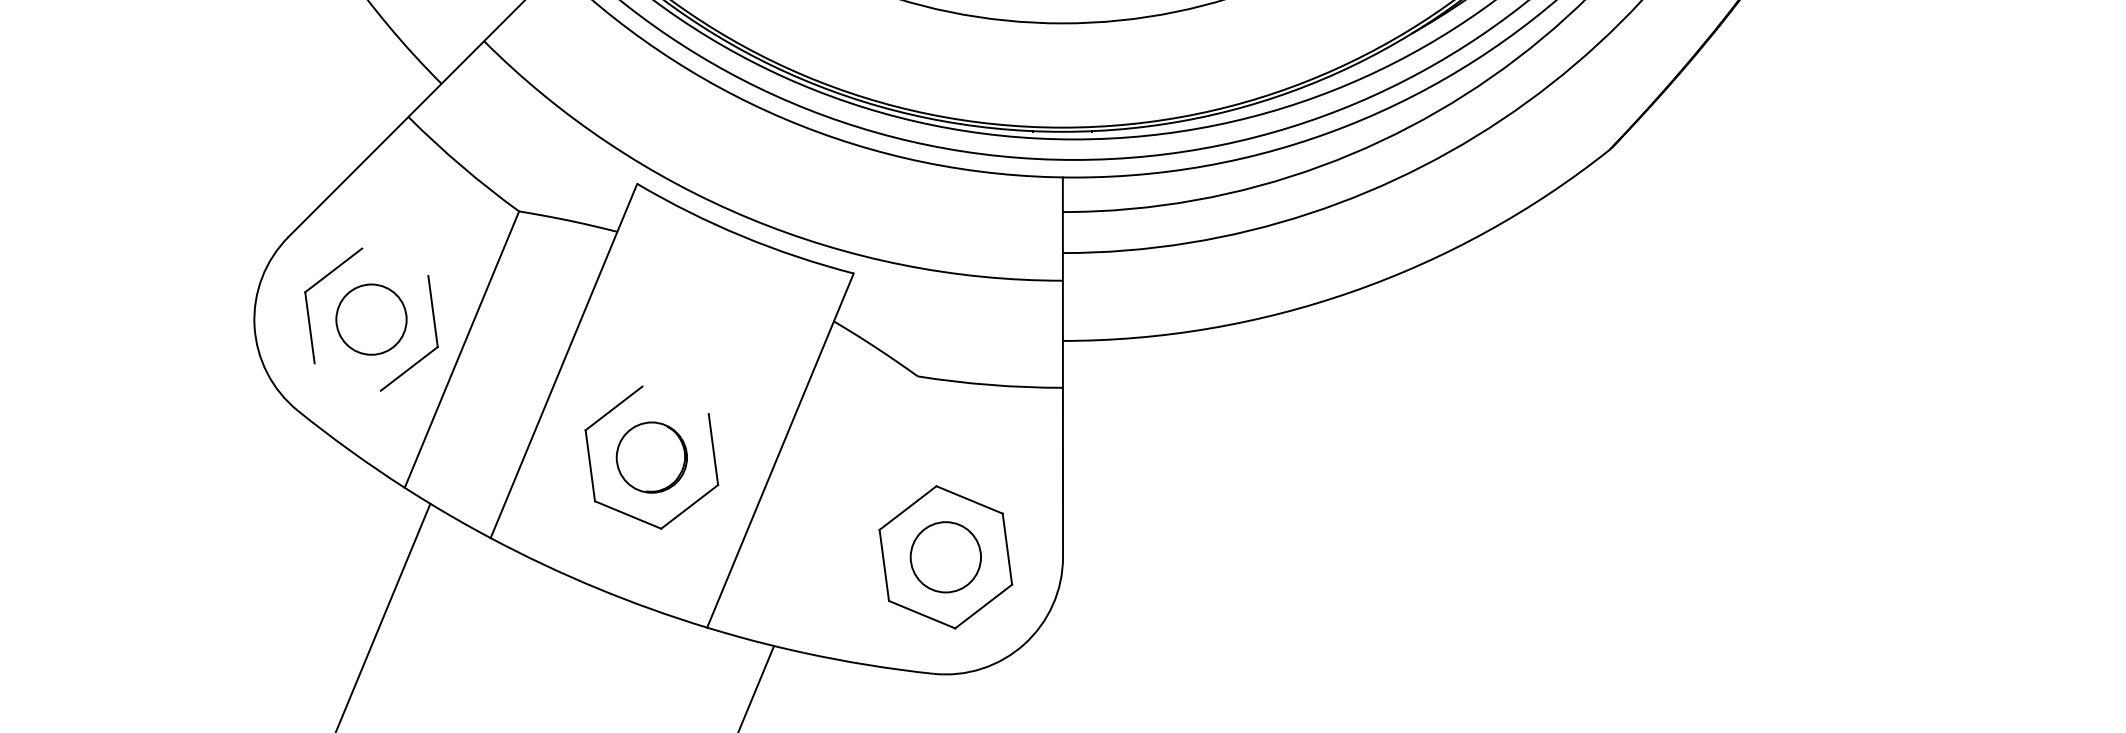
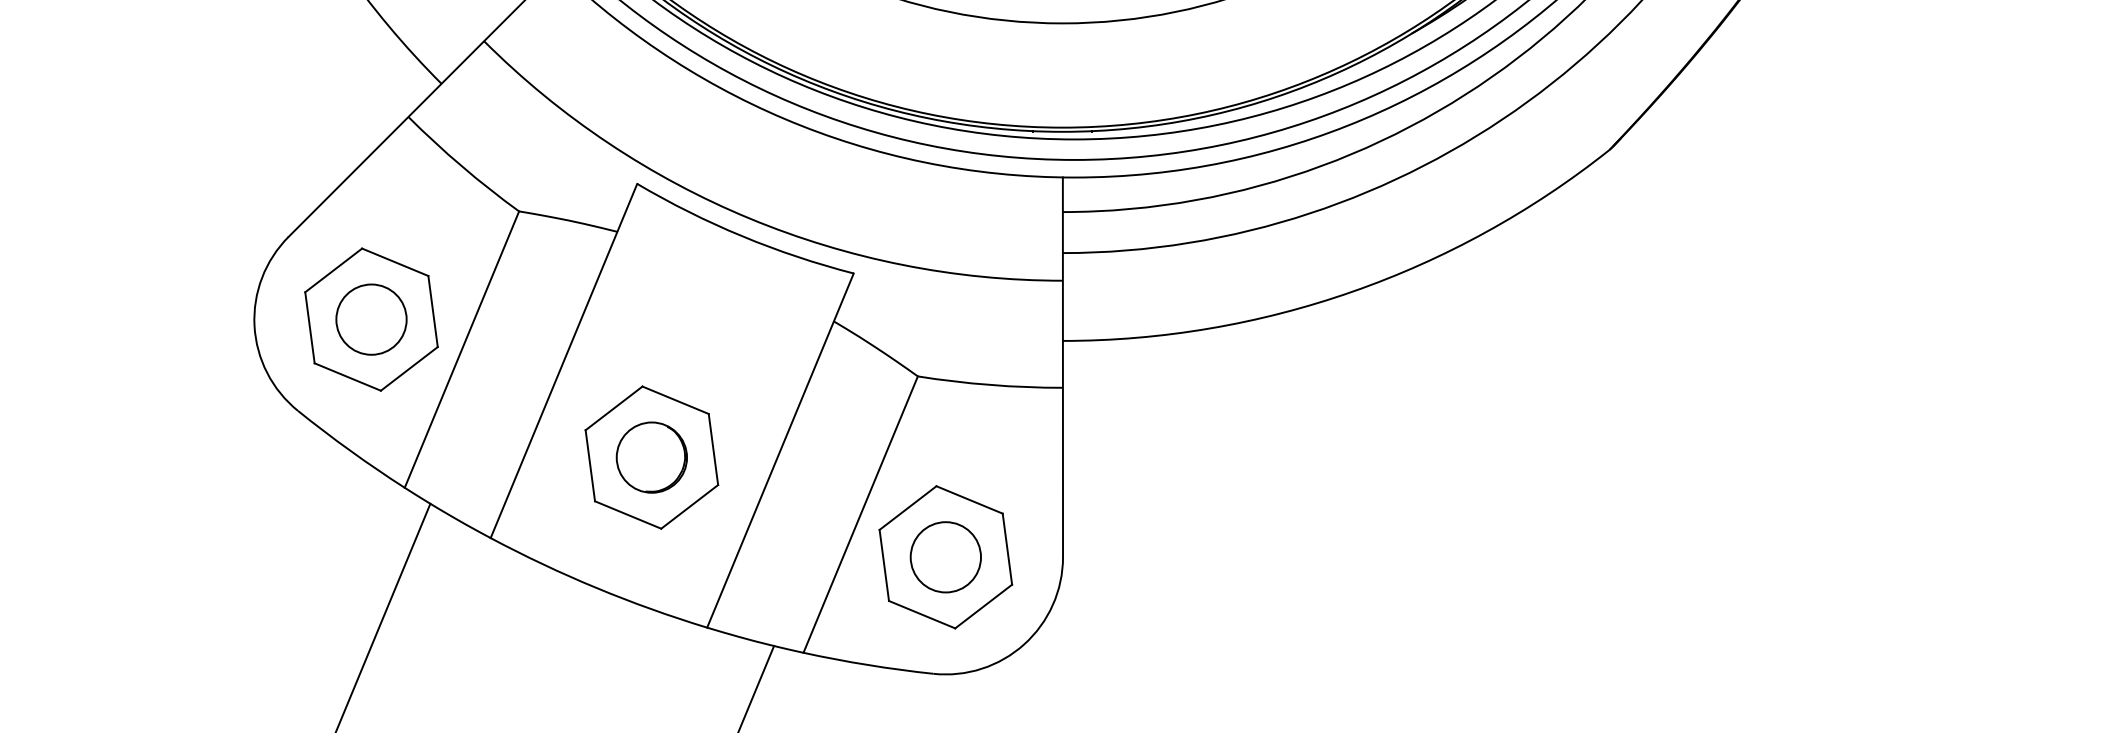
line at (395, 261): none -> present
line at (347, 376): none -> present
line at (675, 399): none -> present
line at (860, 514): none -> present
